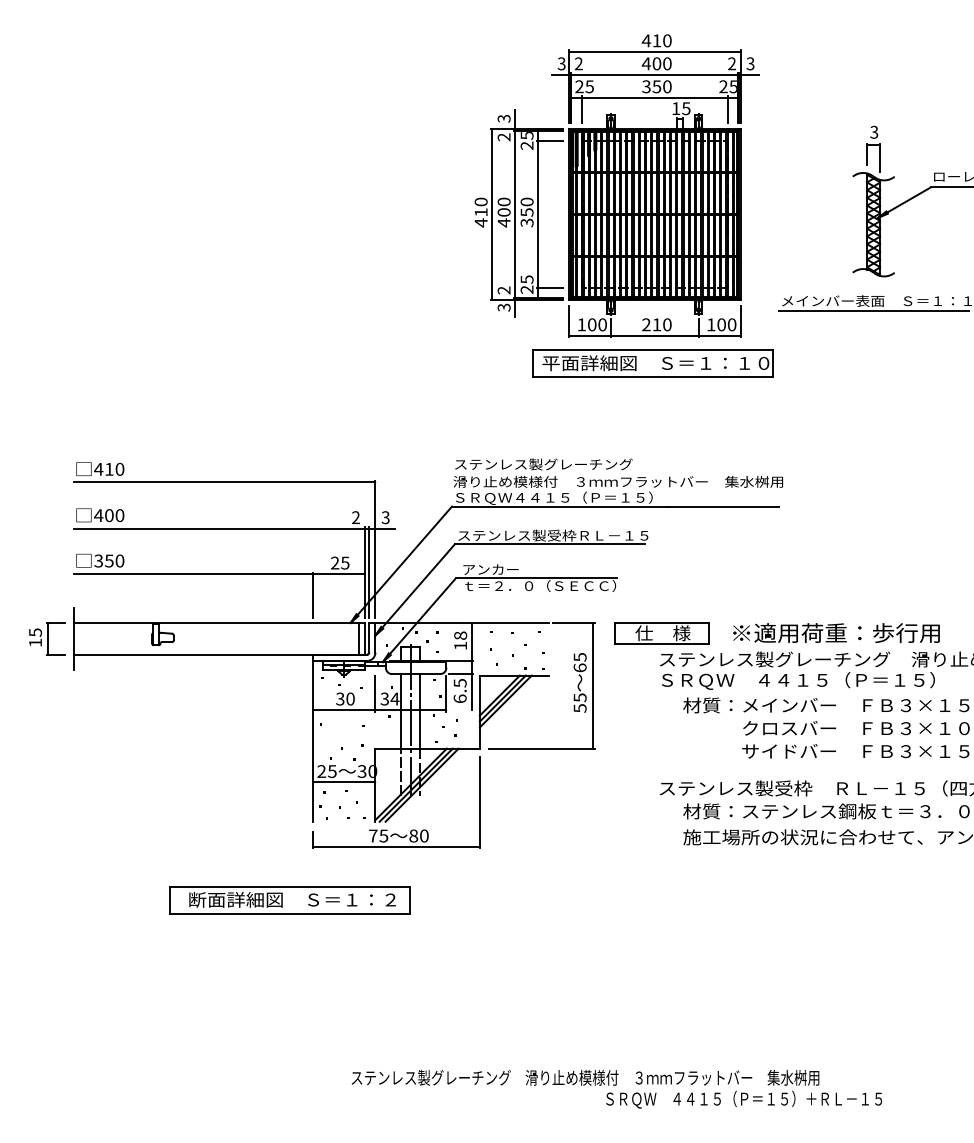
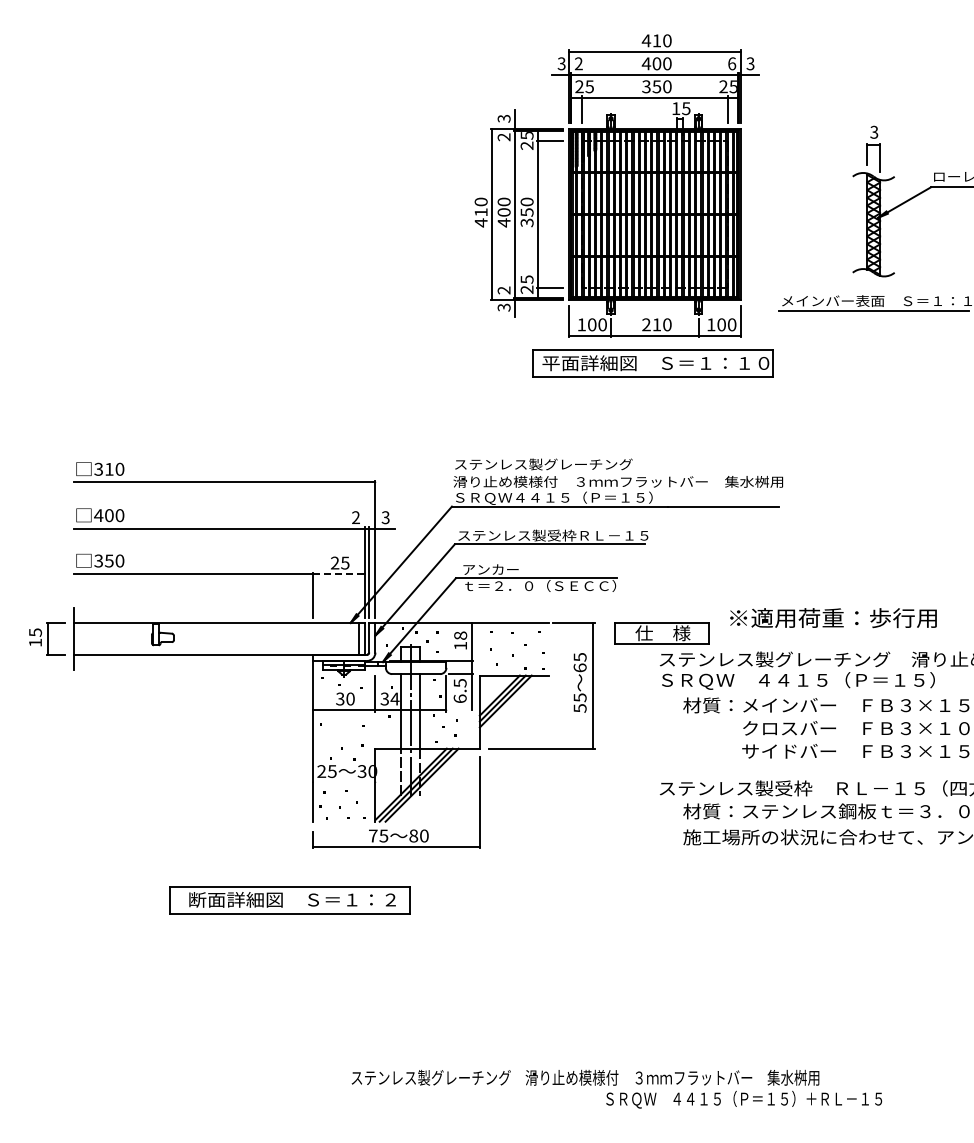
text at (732, 63): 2 -> 6
text at (98, 468): 410 -> 310
line at (339, 573): solid -> dashed
text at (836, 633) position: (836, 633) -> (833, 618)
line at (343, 782): present -> none
